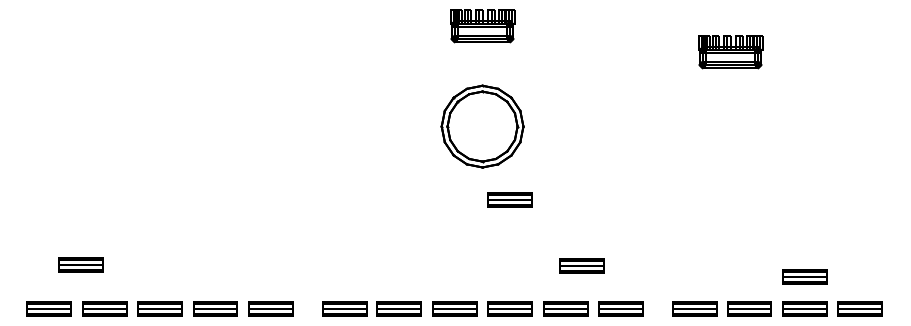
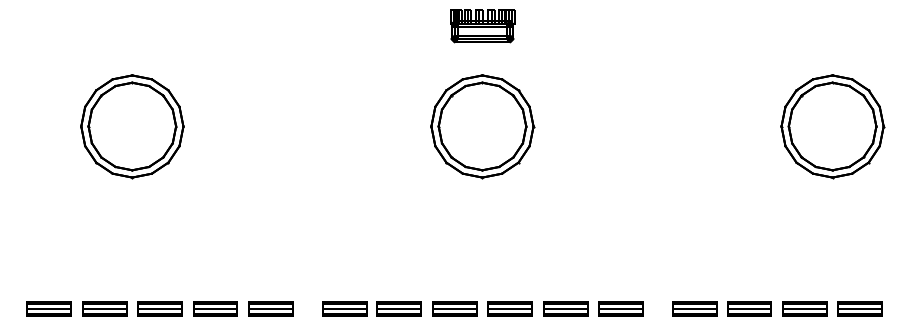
part at (730, 52): present -> none
part at (132, 126): none -> present
part at (482, 126) size: 85x85 px -> 106x106 px
part at (832, 126): none -> present
part at (509, 199): present -> none
part at (80, 264): present -> none
part at (581, 265): present -> none
part at (804, 276): present -> none
